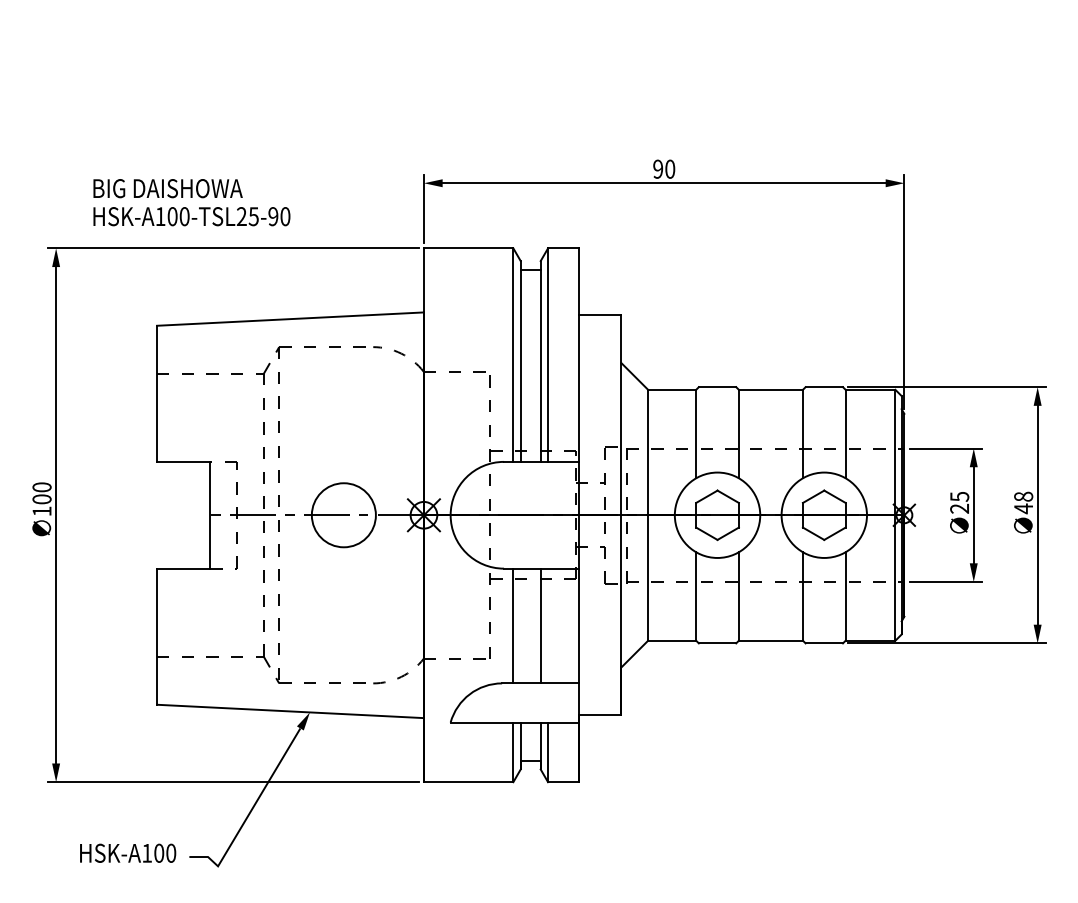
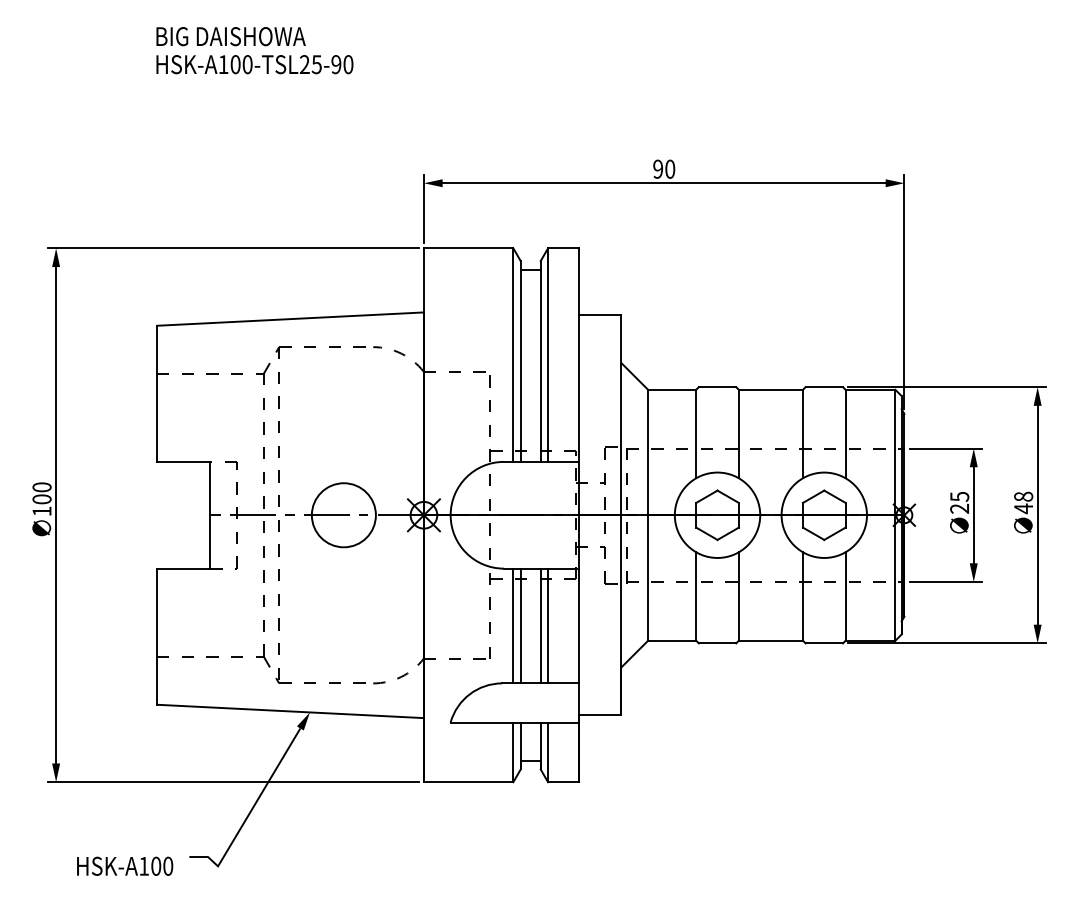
text at (191, 202) position: (191, 202) -> (254, 50)
line at (520, 625): none -> present
line at (548, 625): none -> present
text at (128, 852) position: (128, 852) -> (125, 865)
